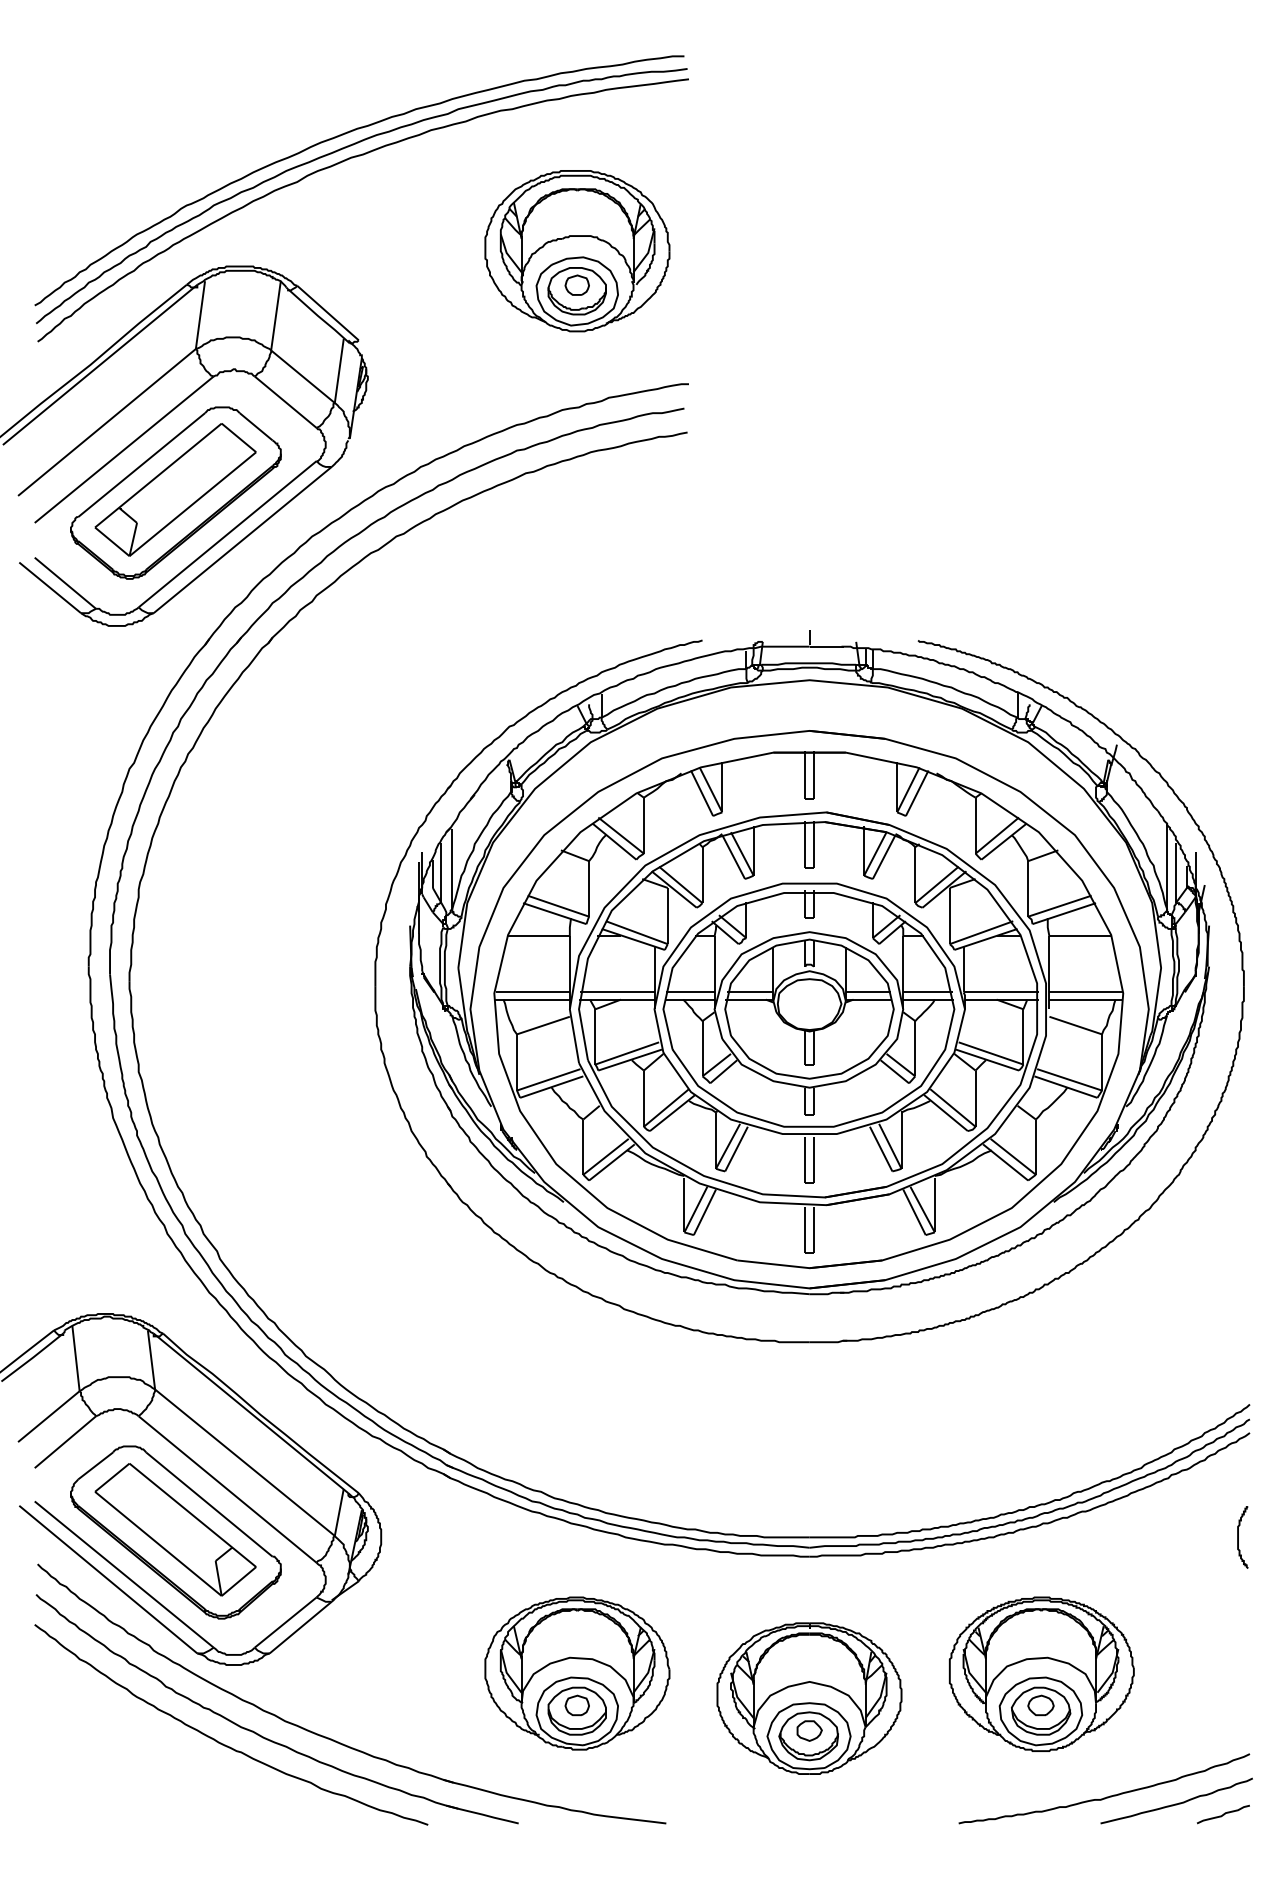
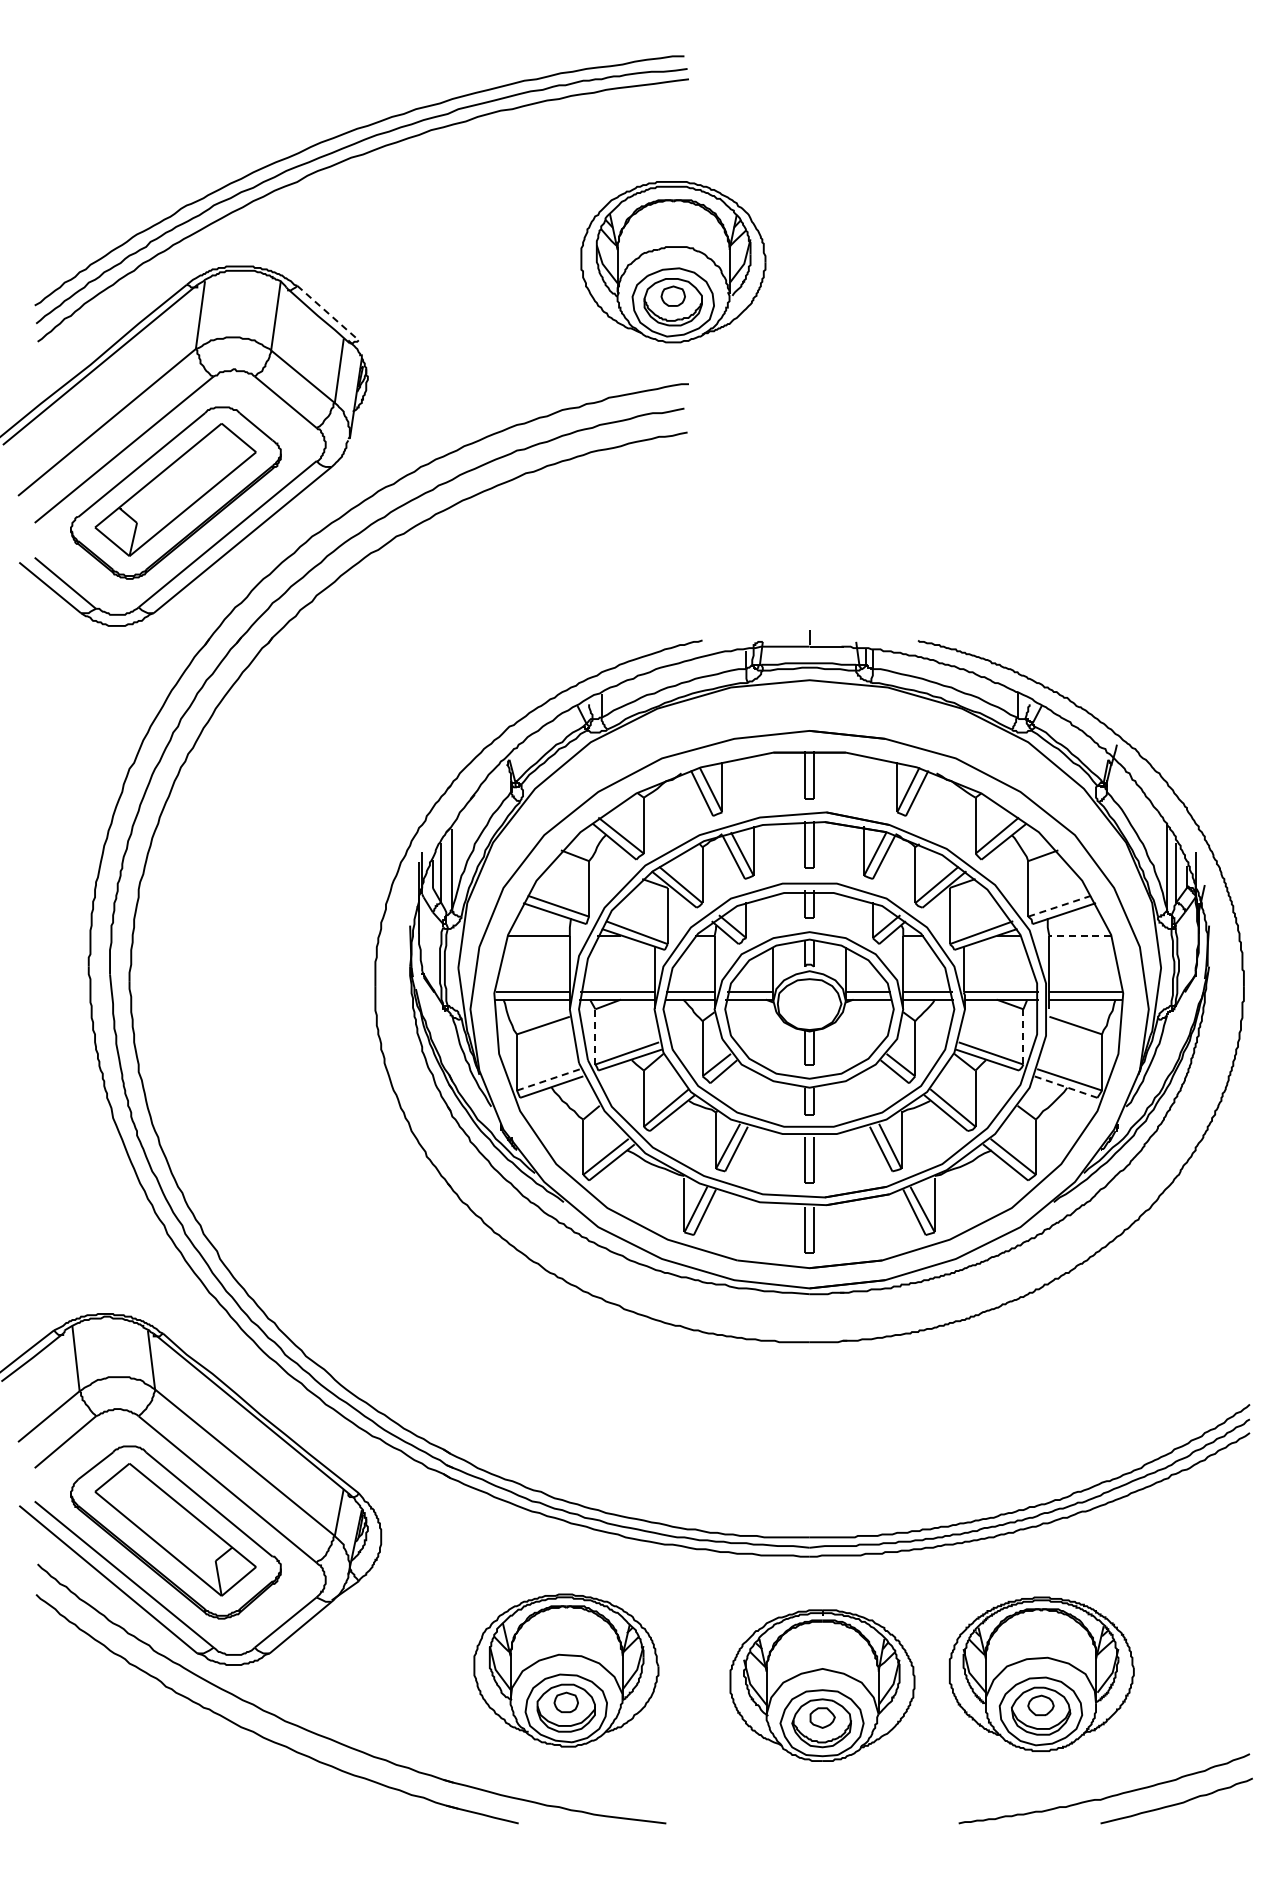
part at (577, 251) position: (577, 251) -> (673, 262)
line at (328, 313): solid -> dashed
line at (1060, 906): solid -> dashed
line at (1080, 936): solid -> dashed
line at (595, 1036): solid -> dashed
line at (1023, 1036): solid -> dashed
line at (548, 1079): solid -> dashed
line at (1065, 1086): solid -> dashed
curve at (1238, 1537): present -> none
part at (577, 1673) position: (577, 1673) -> (566, 1670)
part at (809, 1698) position: (809, 1698) -> (822, 1685)
curve at (221, 1742): present -> none
curve at (1223, 1814): present -> none
